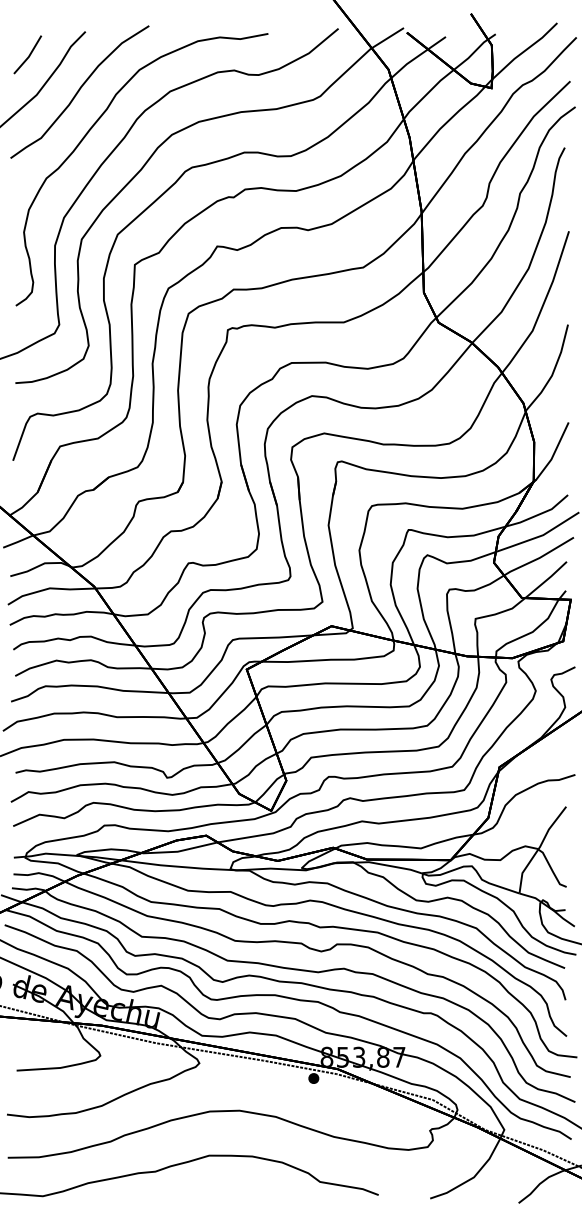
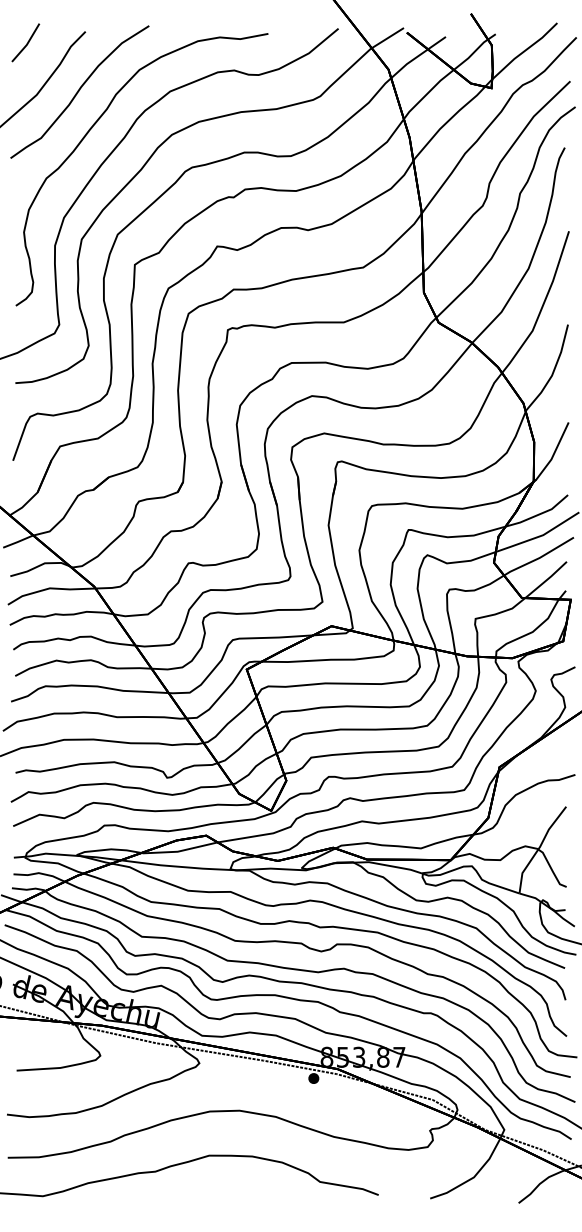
part at (27, 54) position: (27, 54) -> (25, 42)
